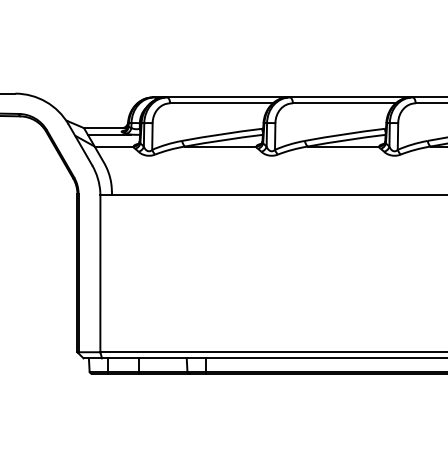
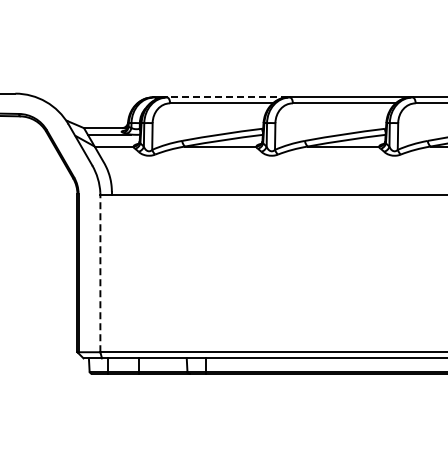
line at (227, 97): solid -> dashed
line at (100, 273): solid -> dashed
